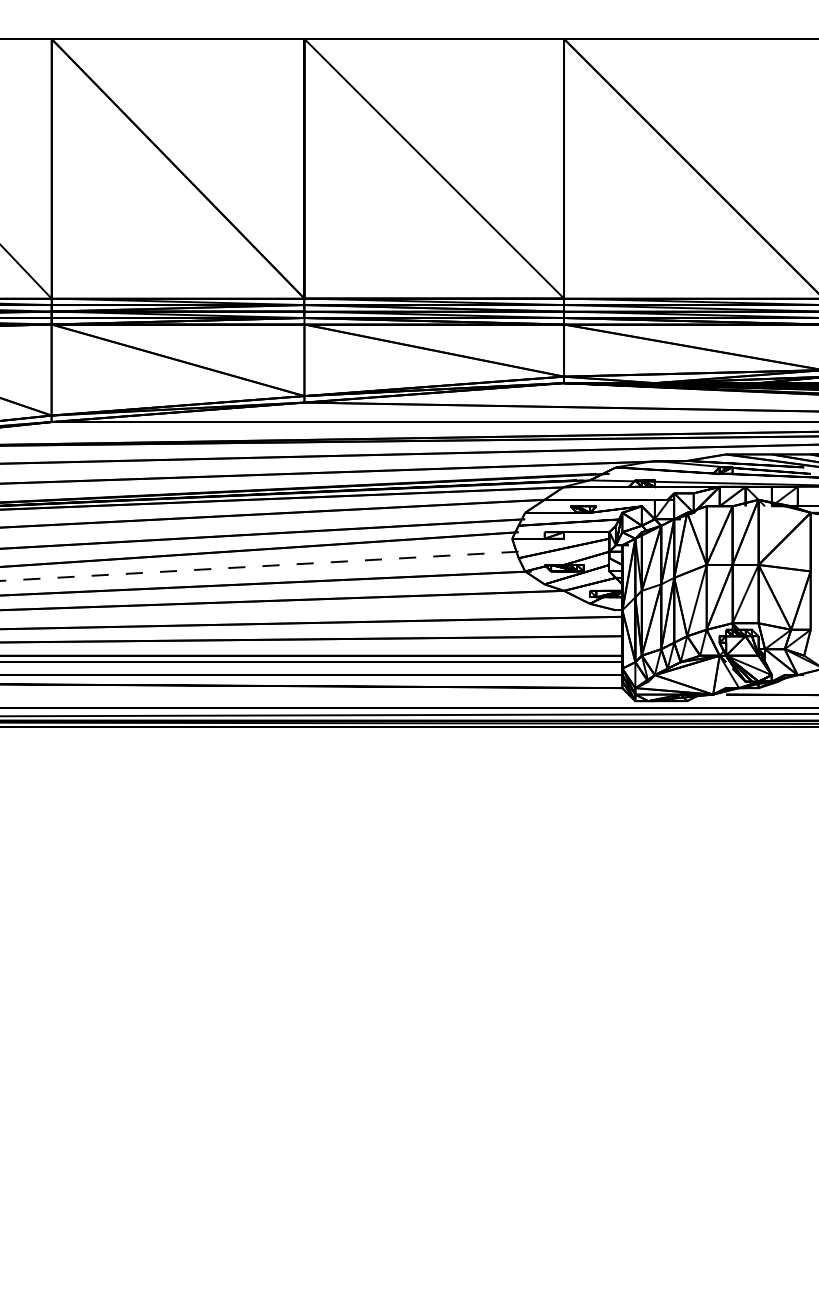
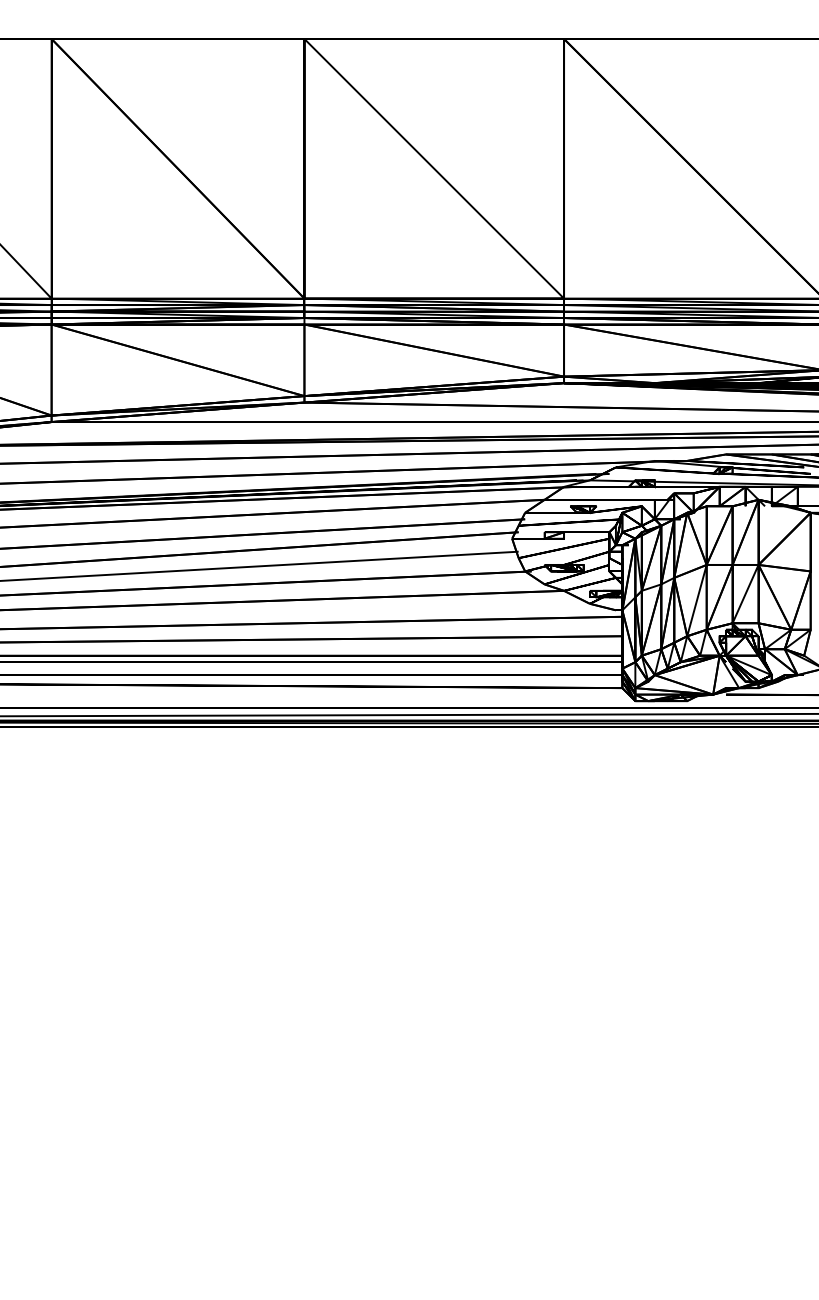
line at (259, 566): dashed -> solid
